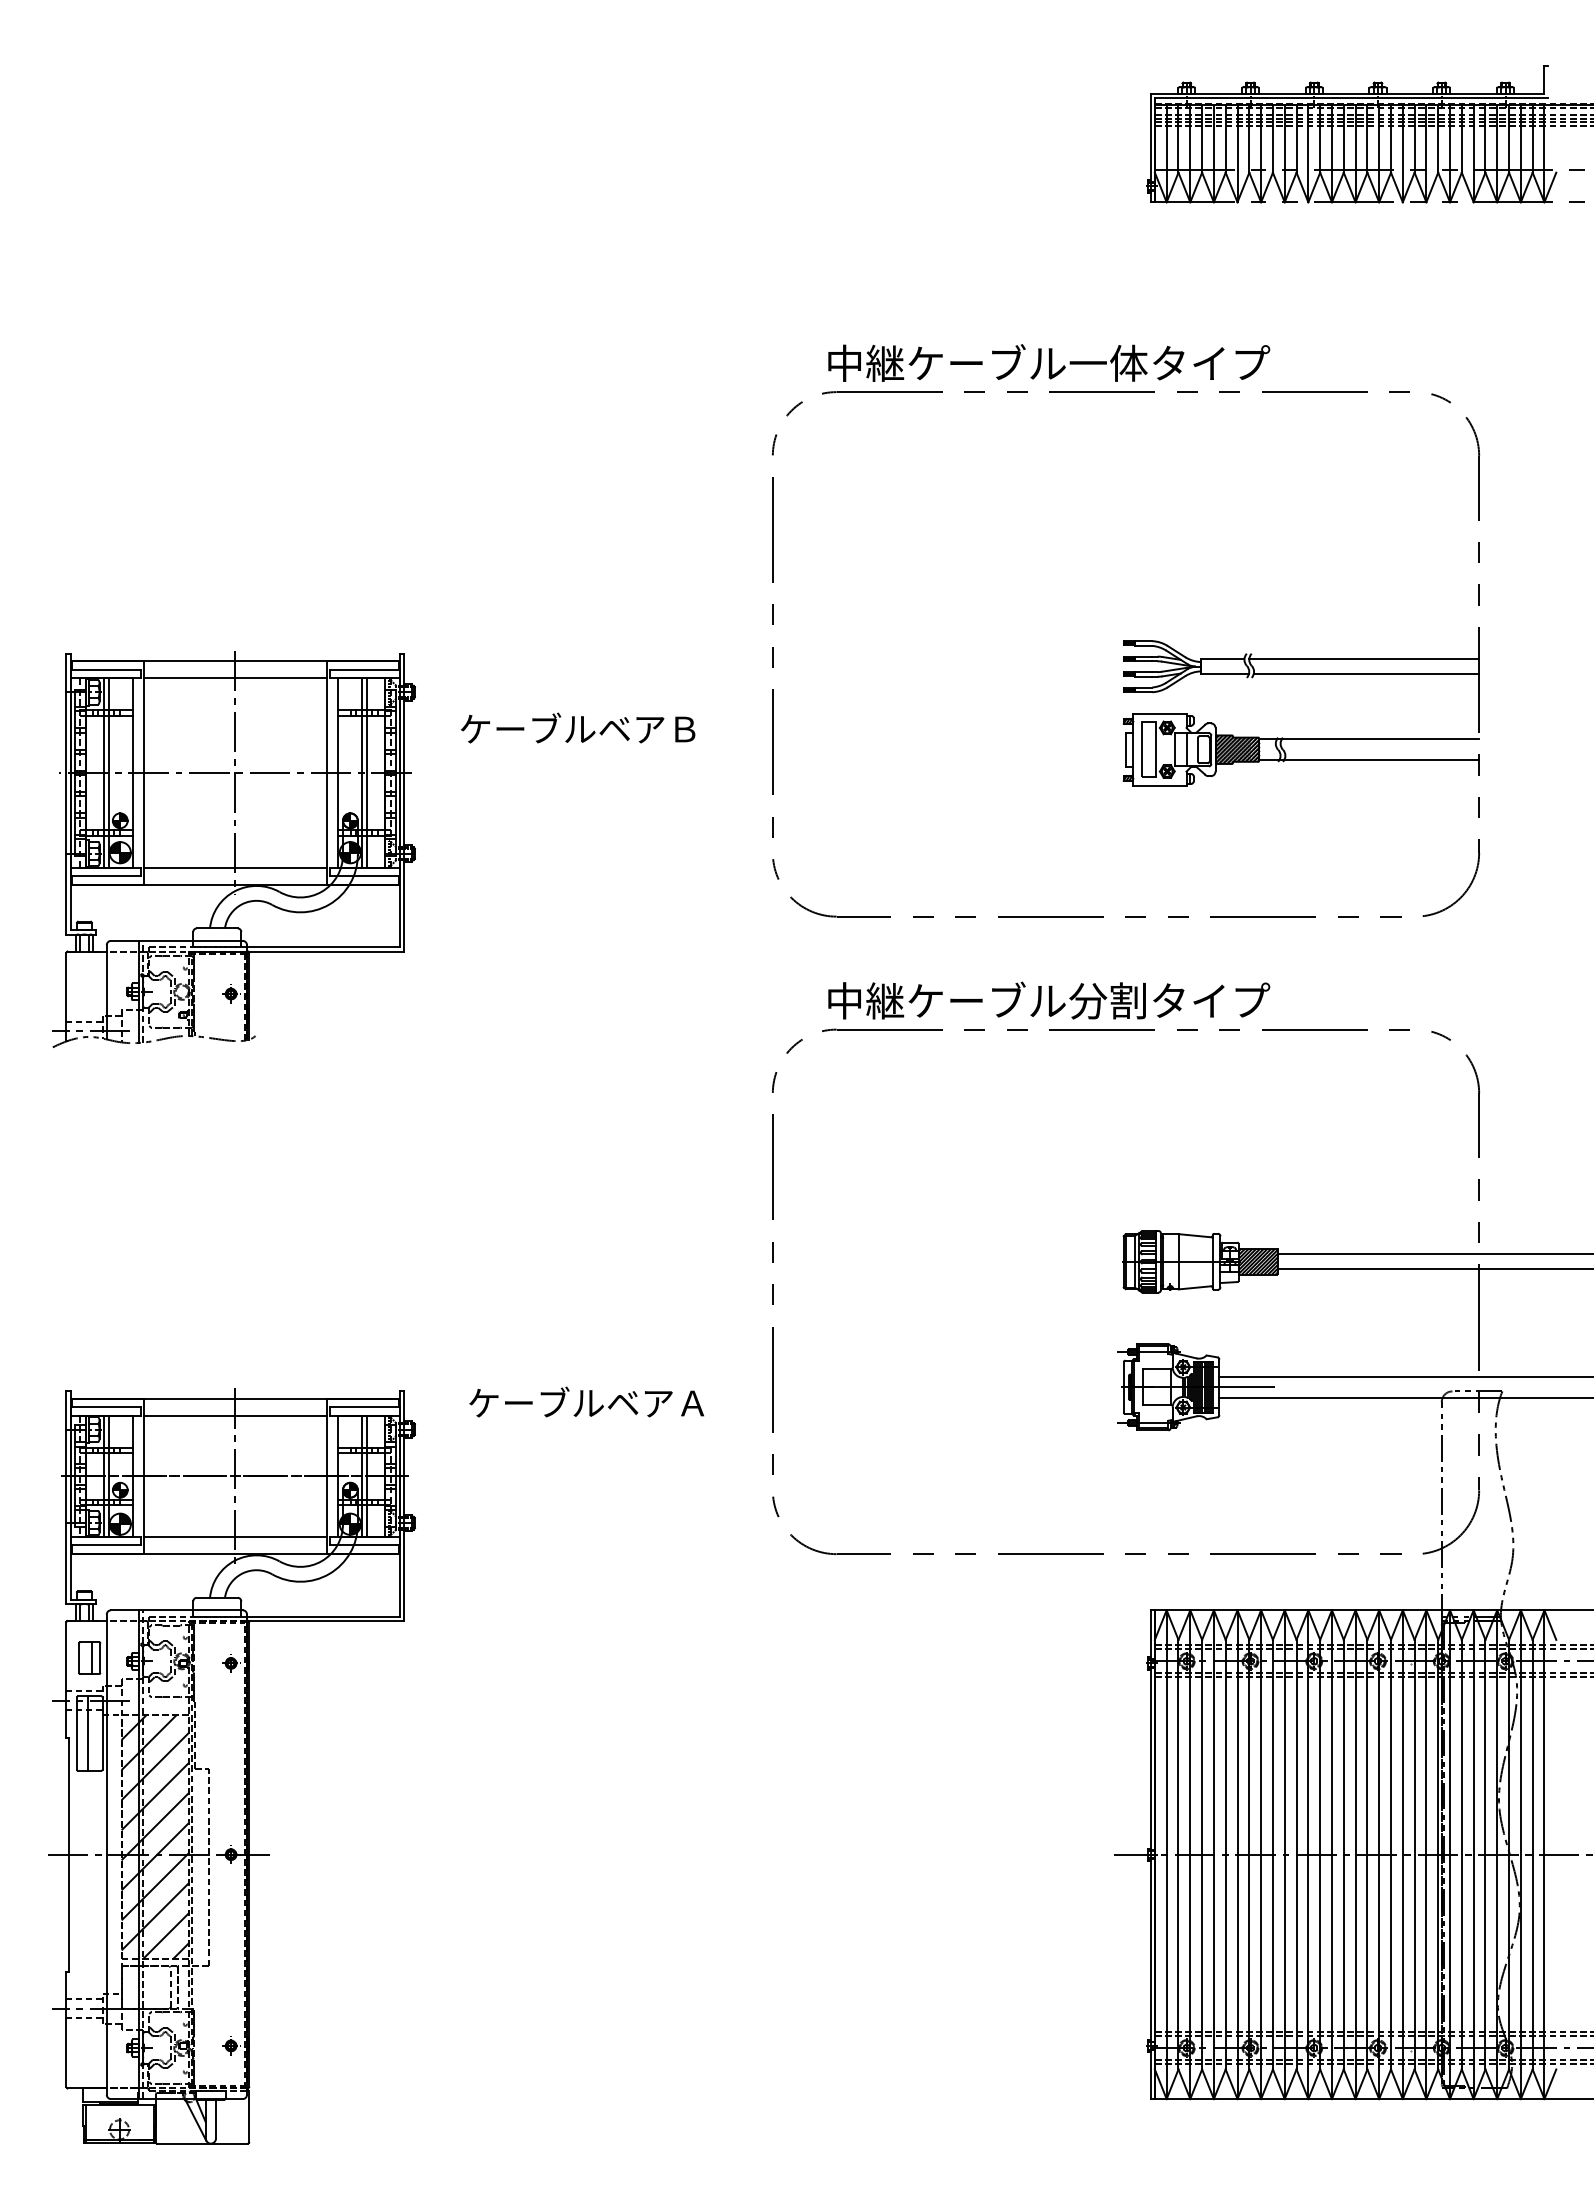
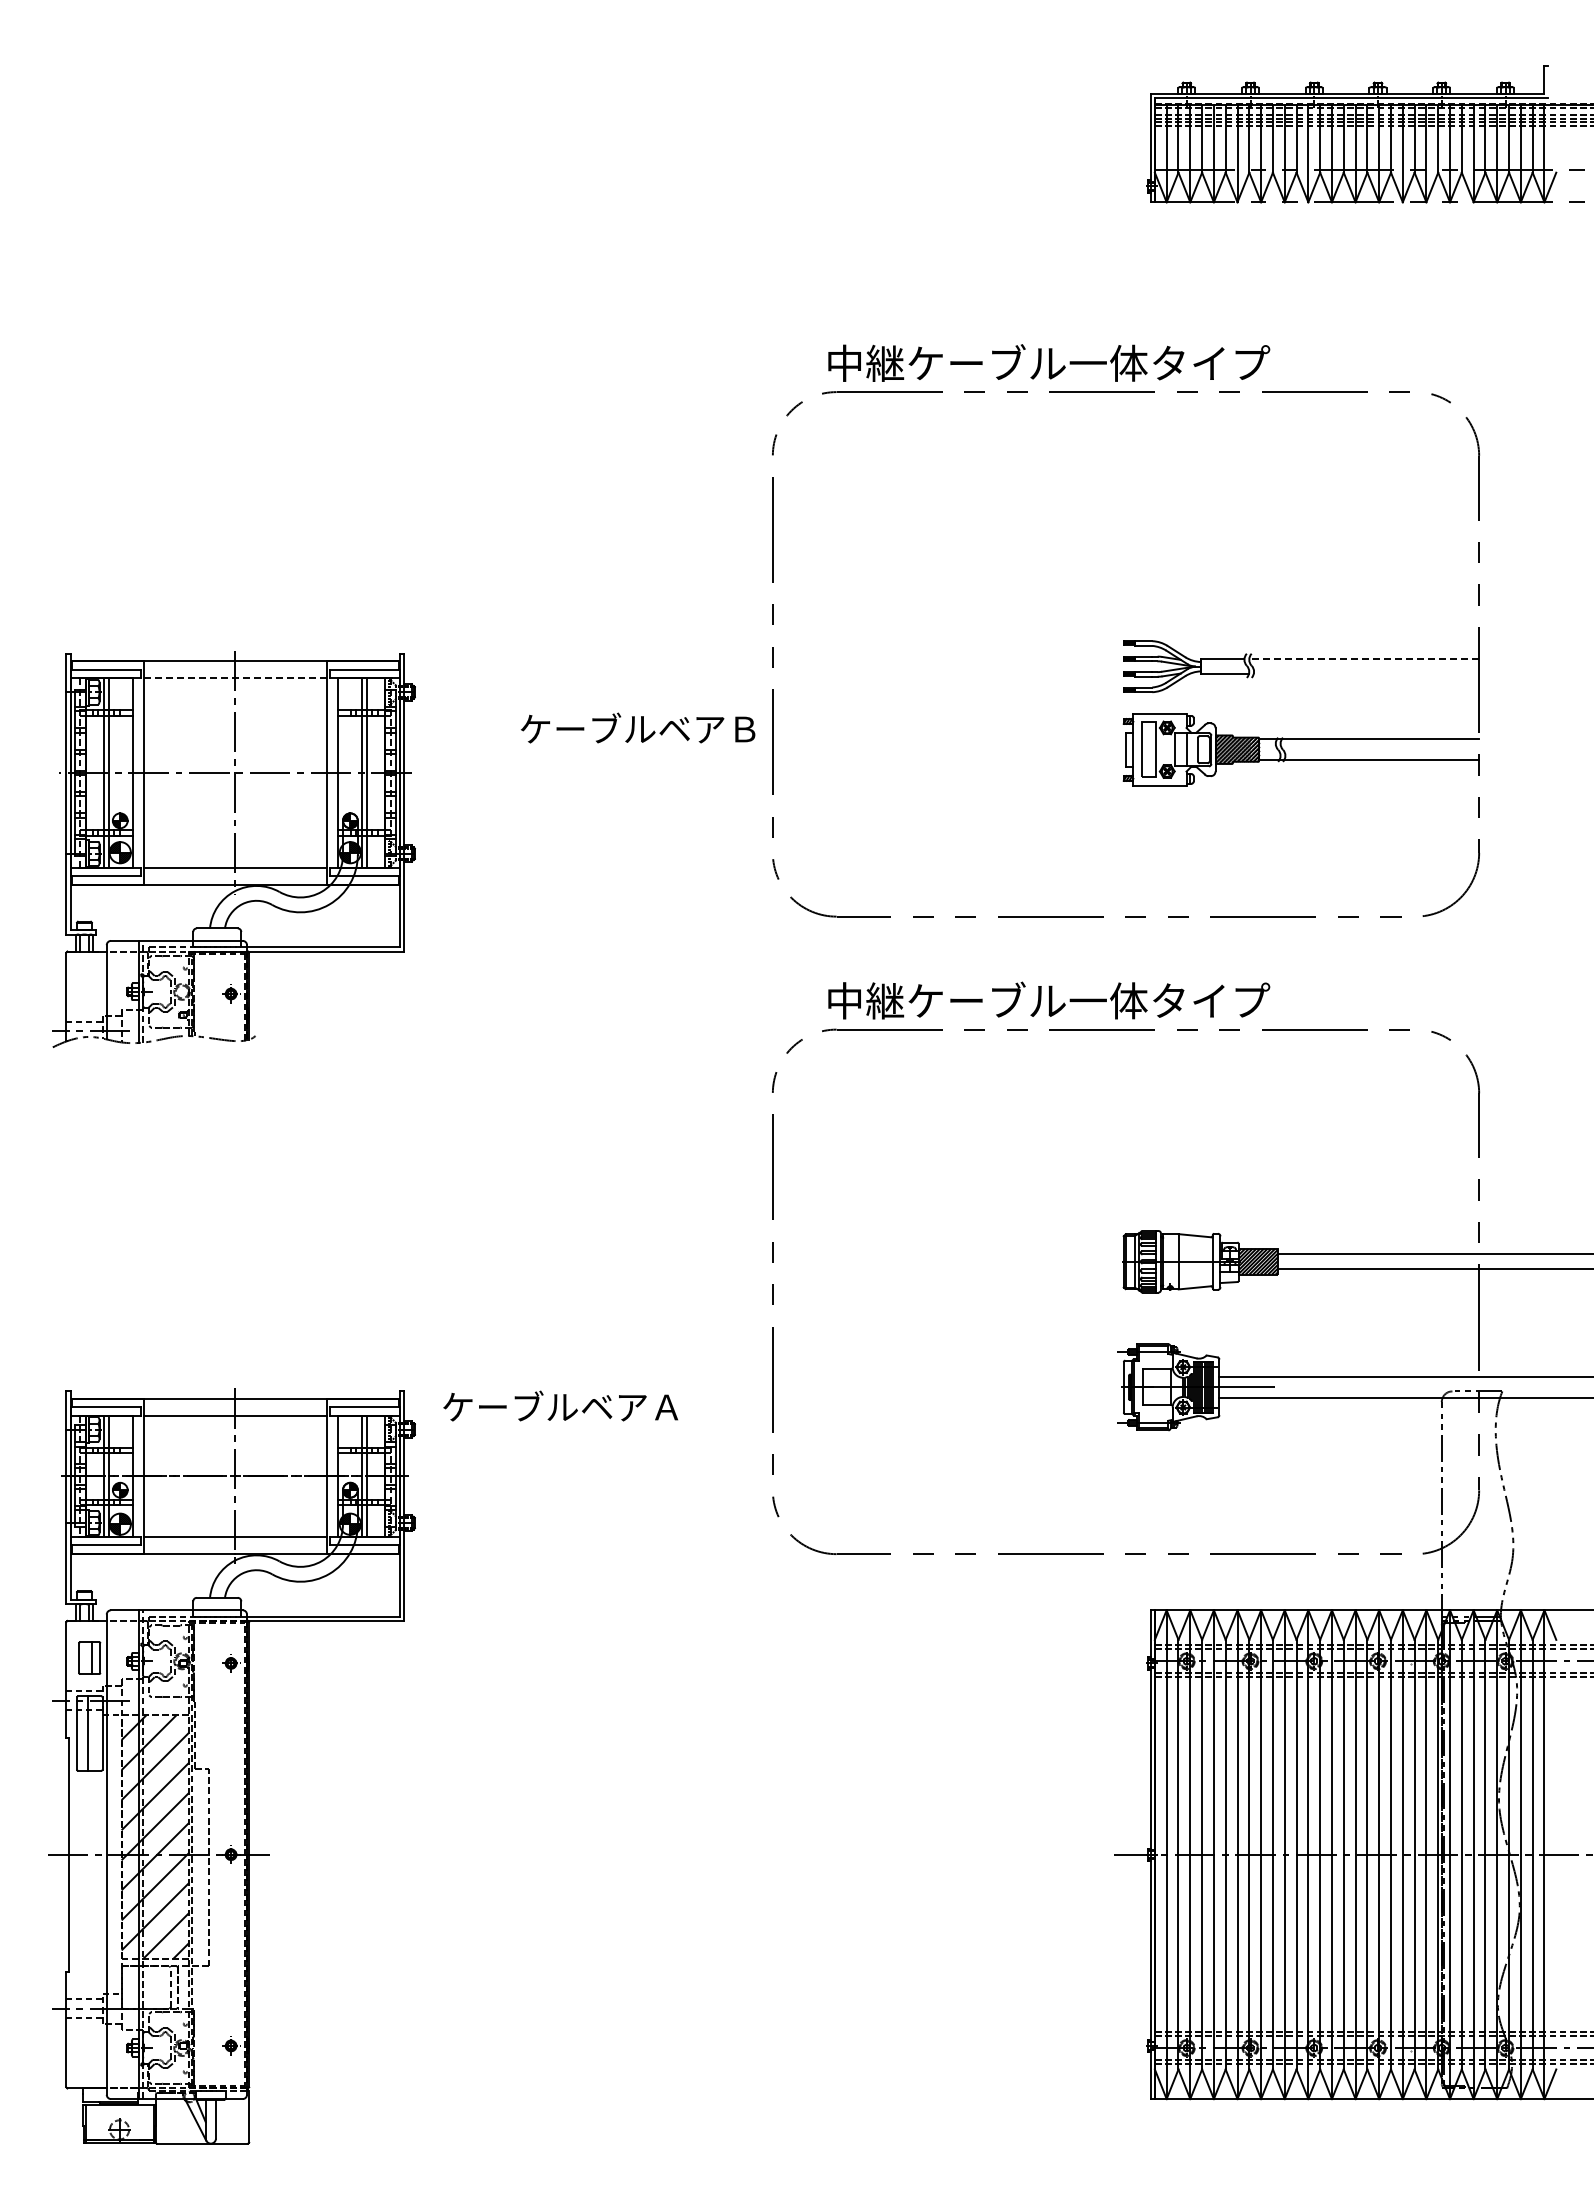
line at (1364, 659): solid -> dashed
line at (1366, 674): present -> none
line at (234, 678): solid -> dashed
text at (577, 727) position: (577, 727) -> (637, 727)
text at (1108, 1000): 中継ケーブル分割タイプ -> 中継ケーブル一体タイプ
text at (586, 1401) position: (586, 1401) -> (560, 1405)
